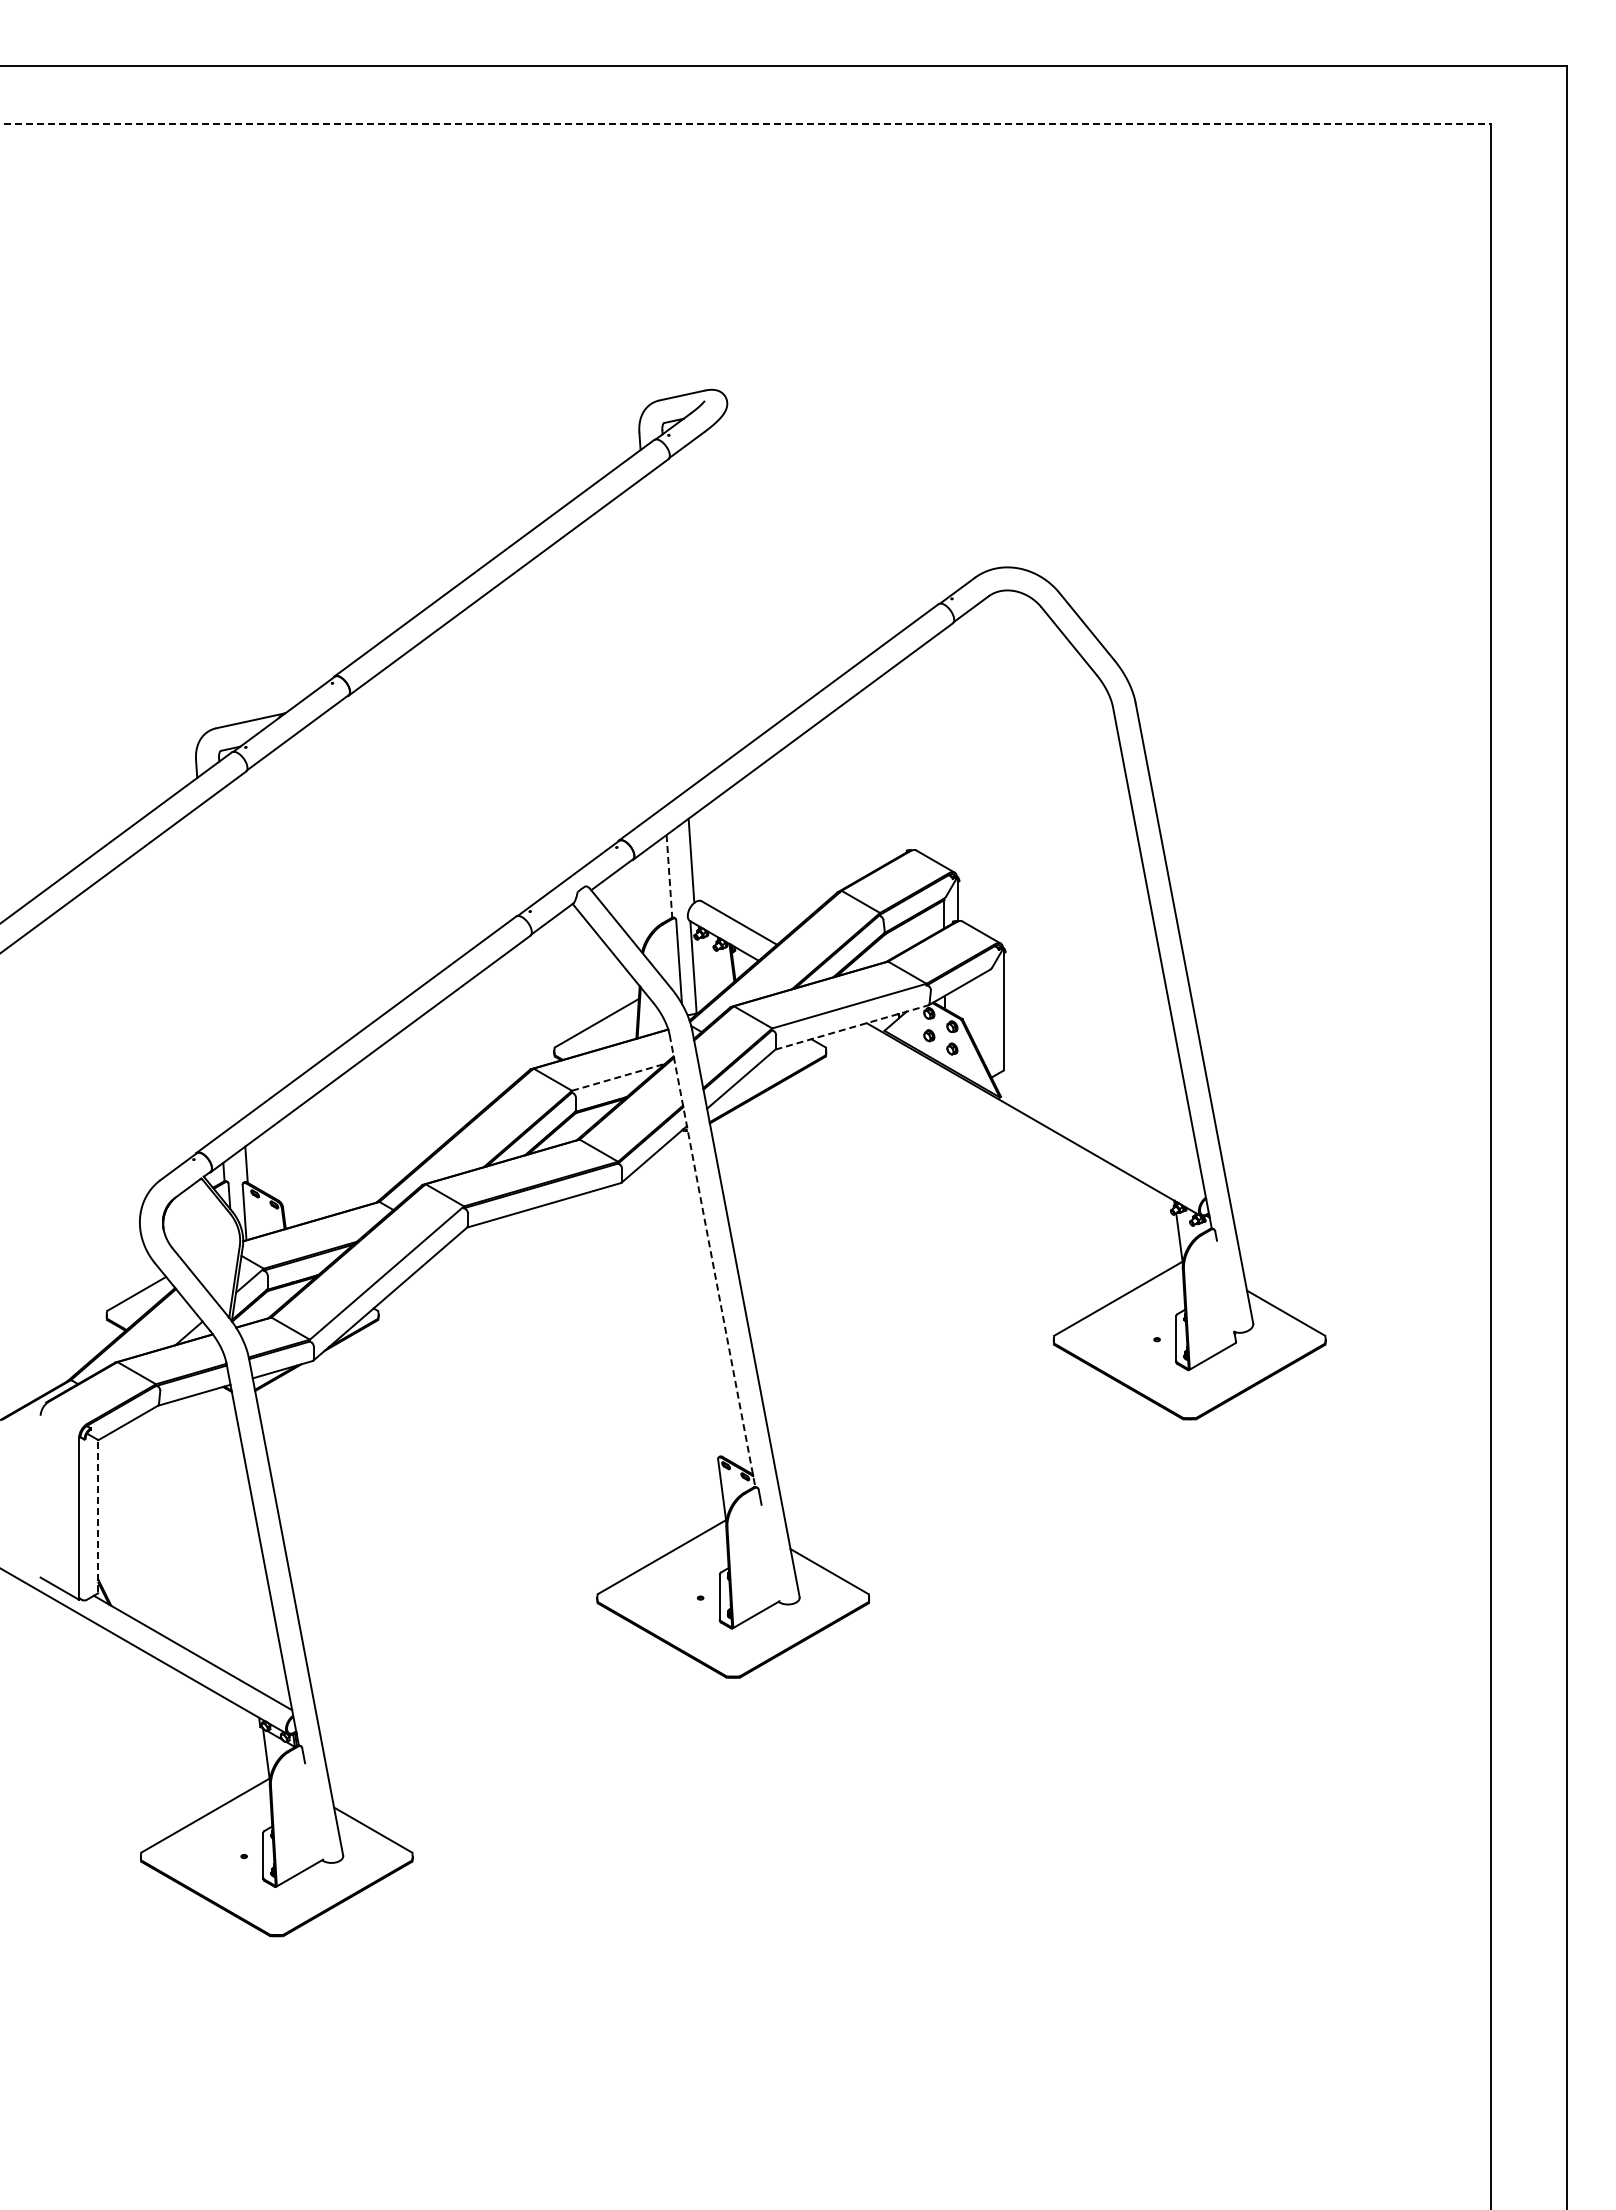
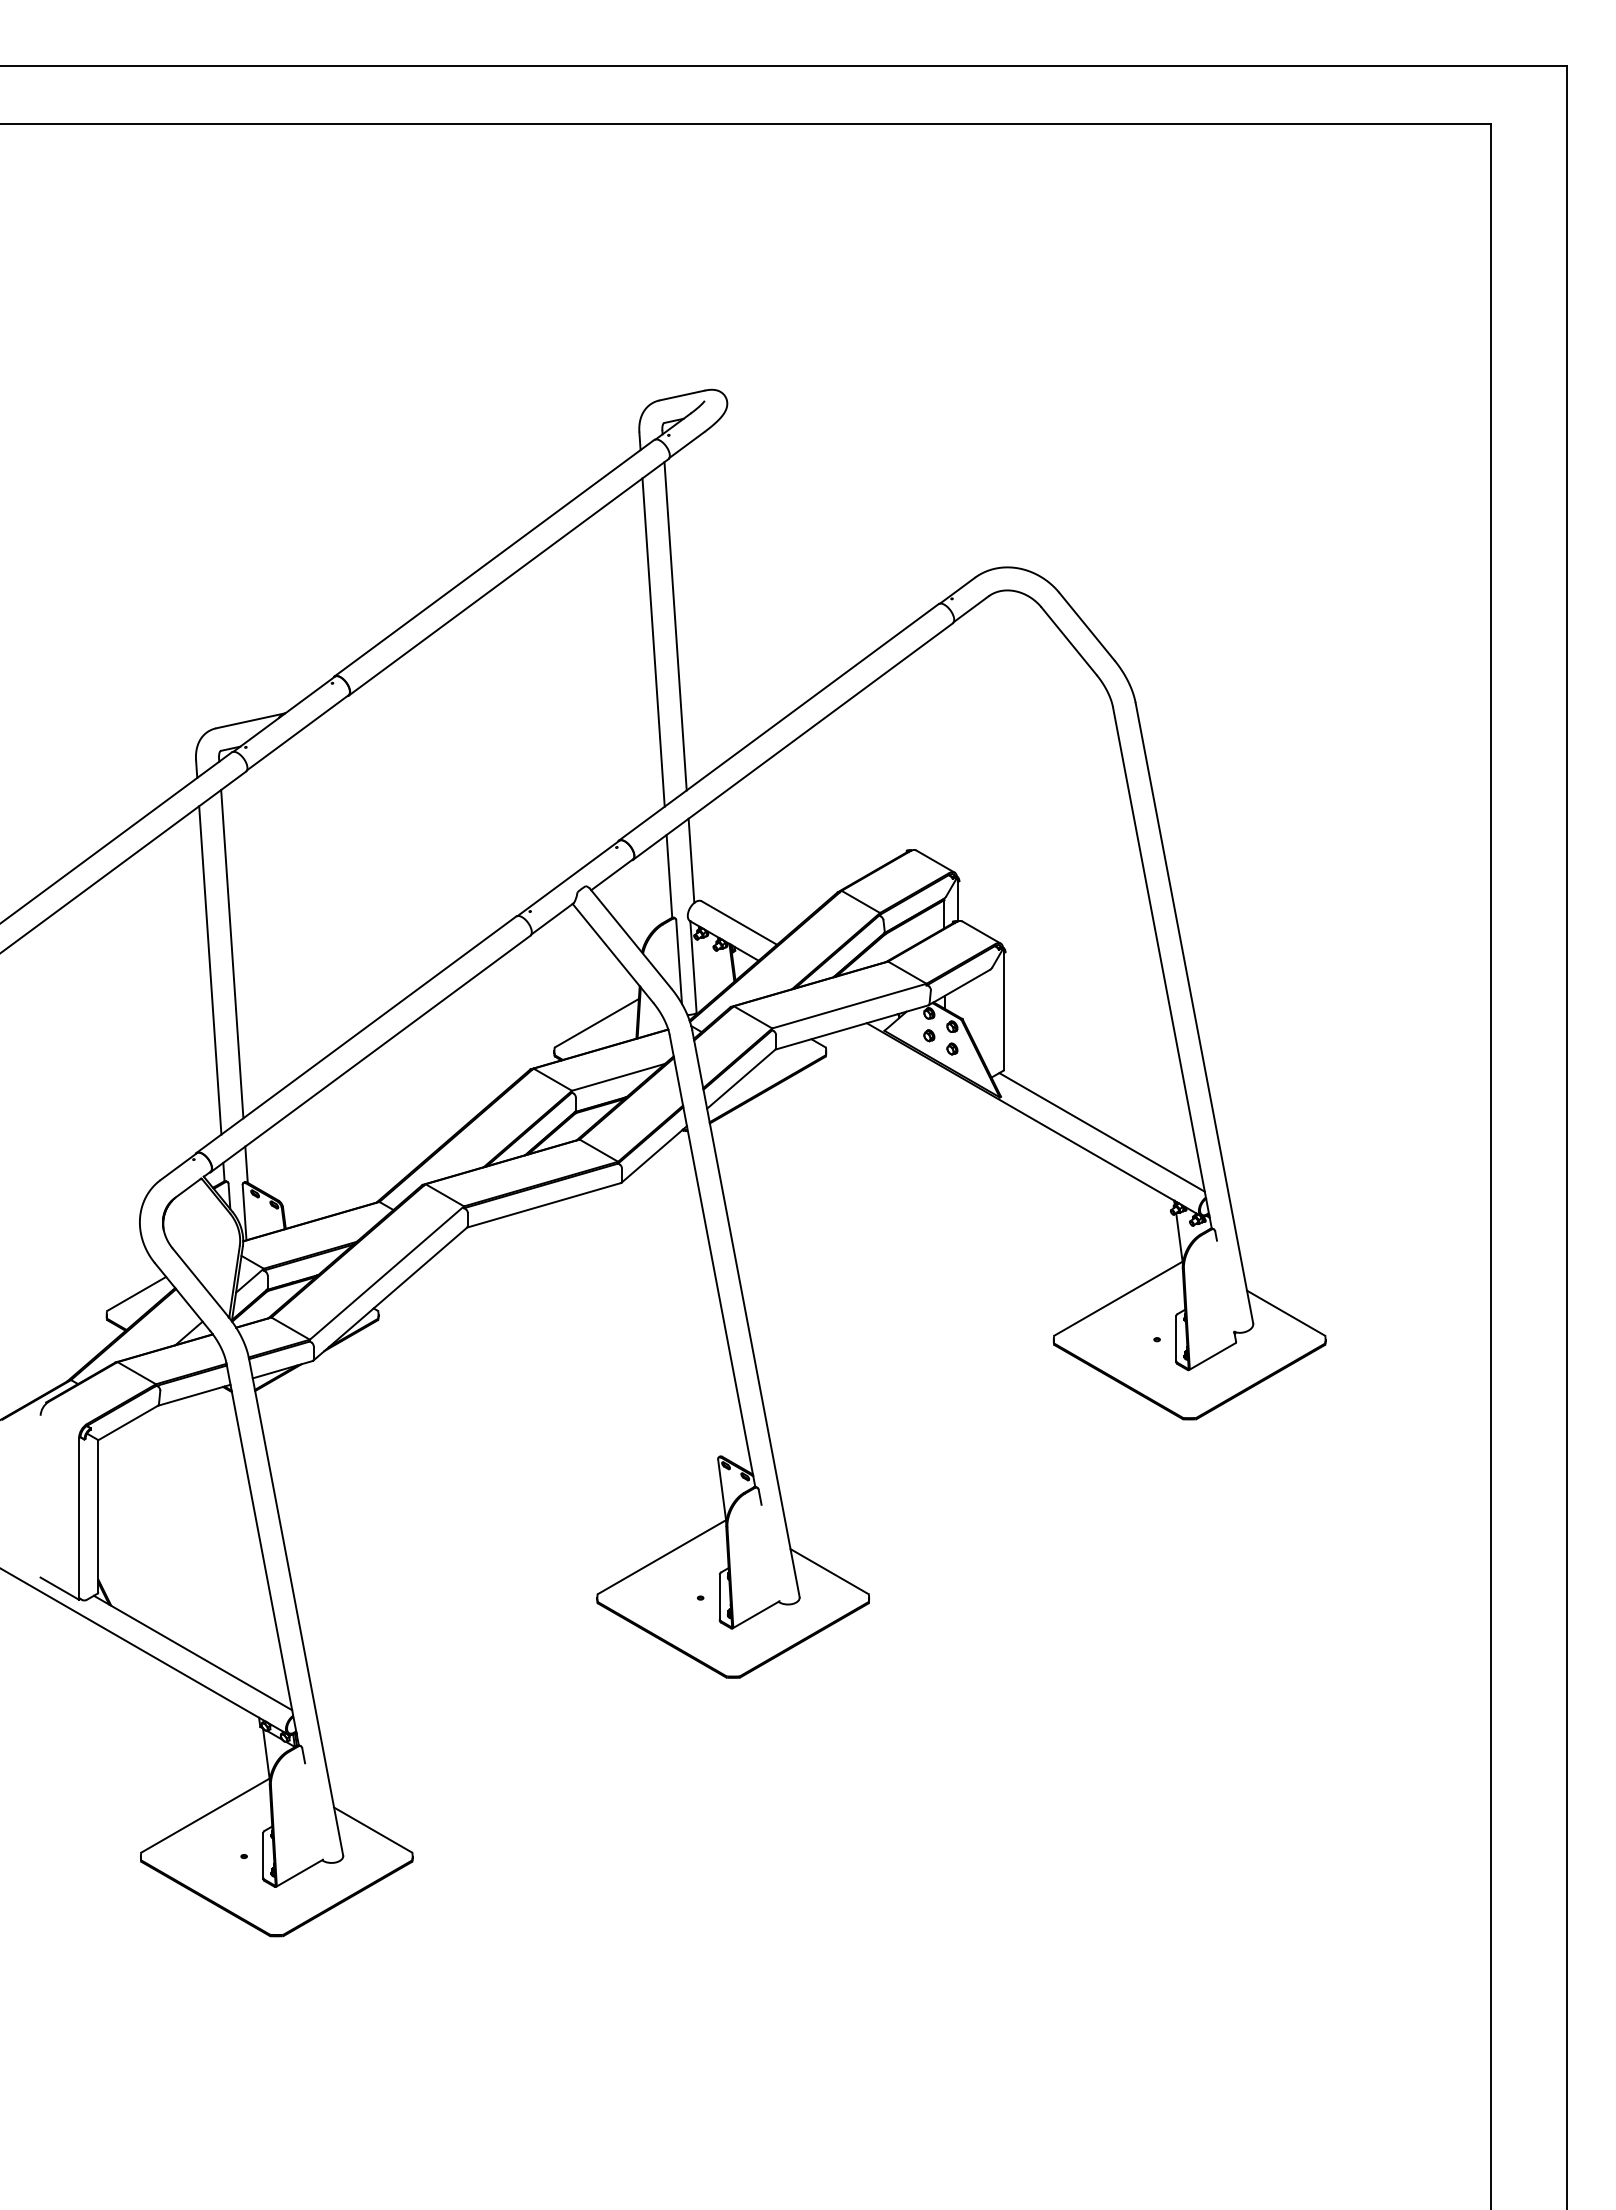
line at (746, 123): dashed -> solid
line at (675, 626): none -> present
line at (653, 642): none -> present
line at (669, 876): dashed -> solid
line at (232, 954): none -> present
line at (210, 970): none -> present
line at (851, 1027): dashed -> solid
line at (618, 1077): dashed -> solid
line at (1101, 1132): none -> present
line at (712, 1261): dashed -> solid
line at (98, 1515): dashed -> solid
